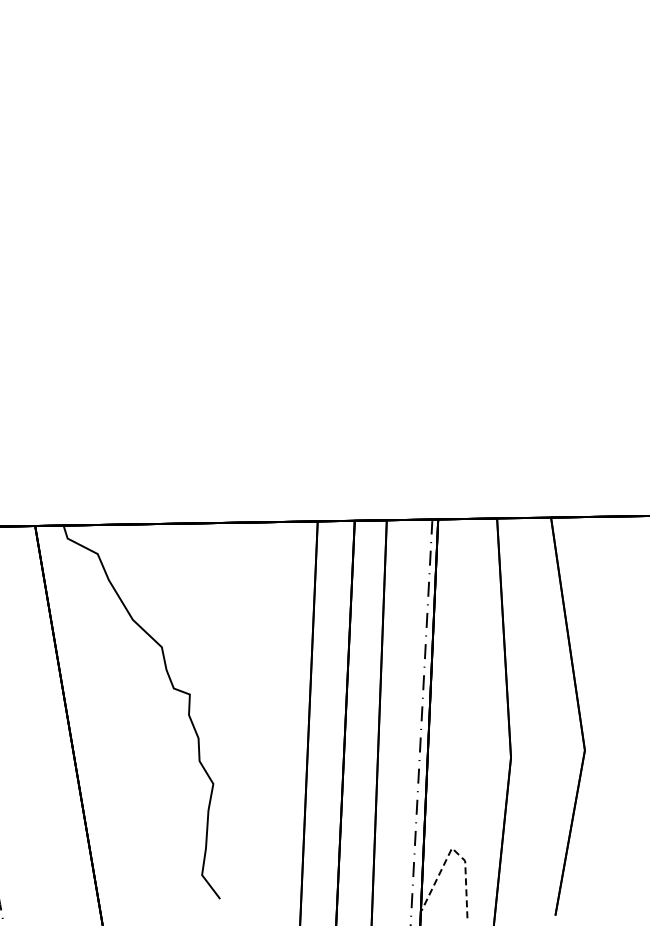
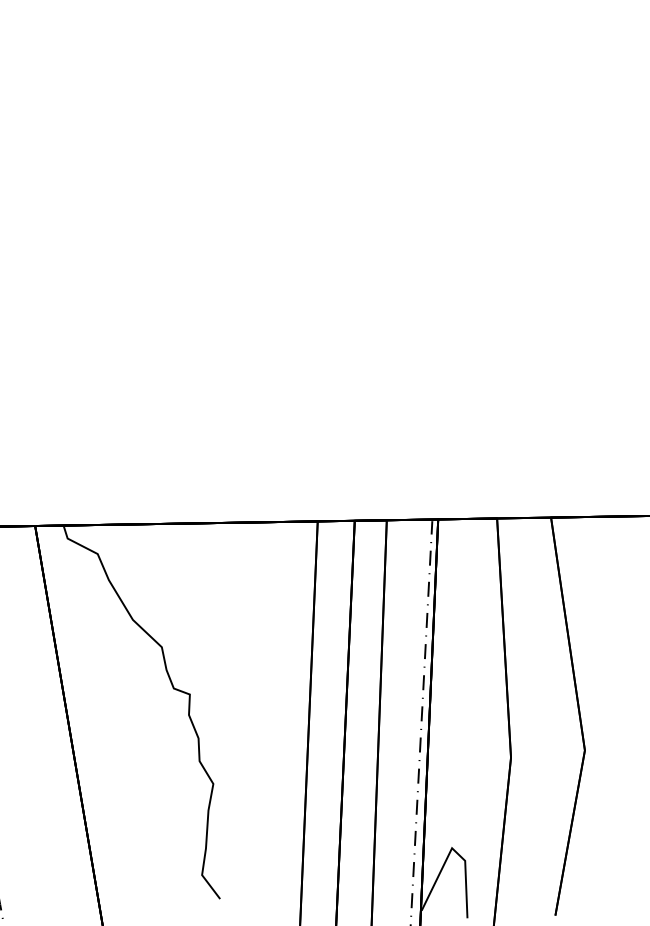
line at (454, 850): dashed -> solid
